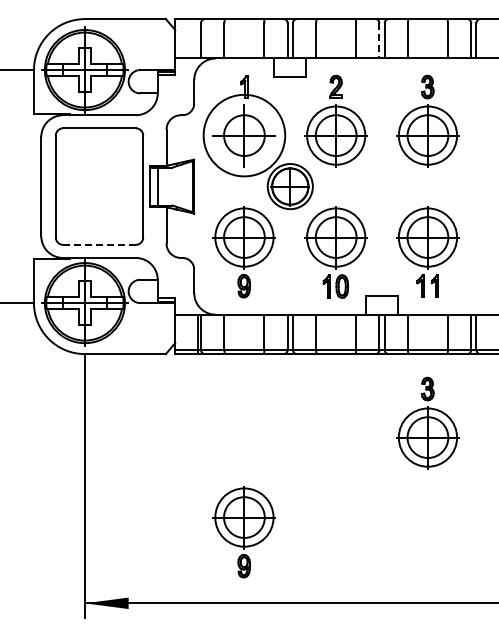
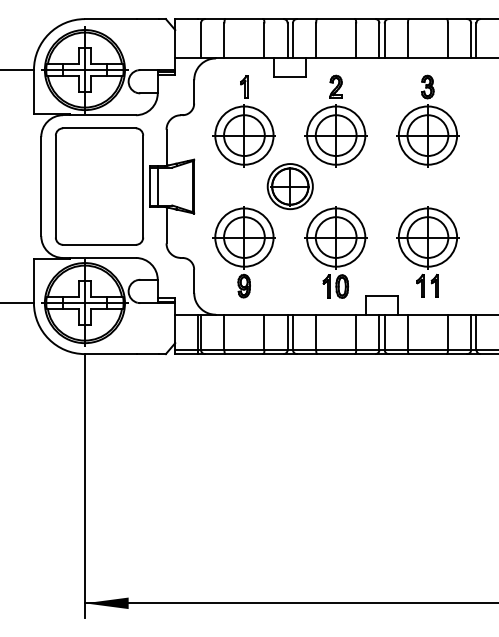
line at (379, 41): dashed -> solid
circle at (244, 135) diameter: 82 px -> 58 px
line at (99, 244): dashed -> solid
part at (427, 422): present -> none
part at (243, 532): present -> none
